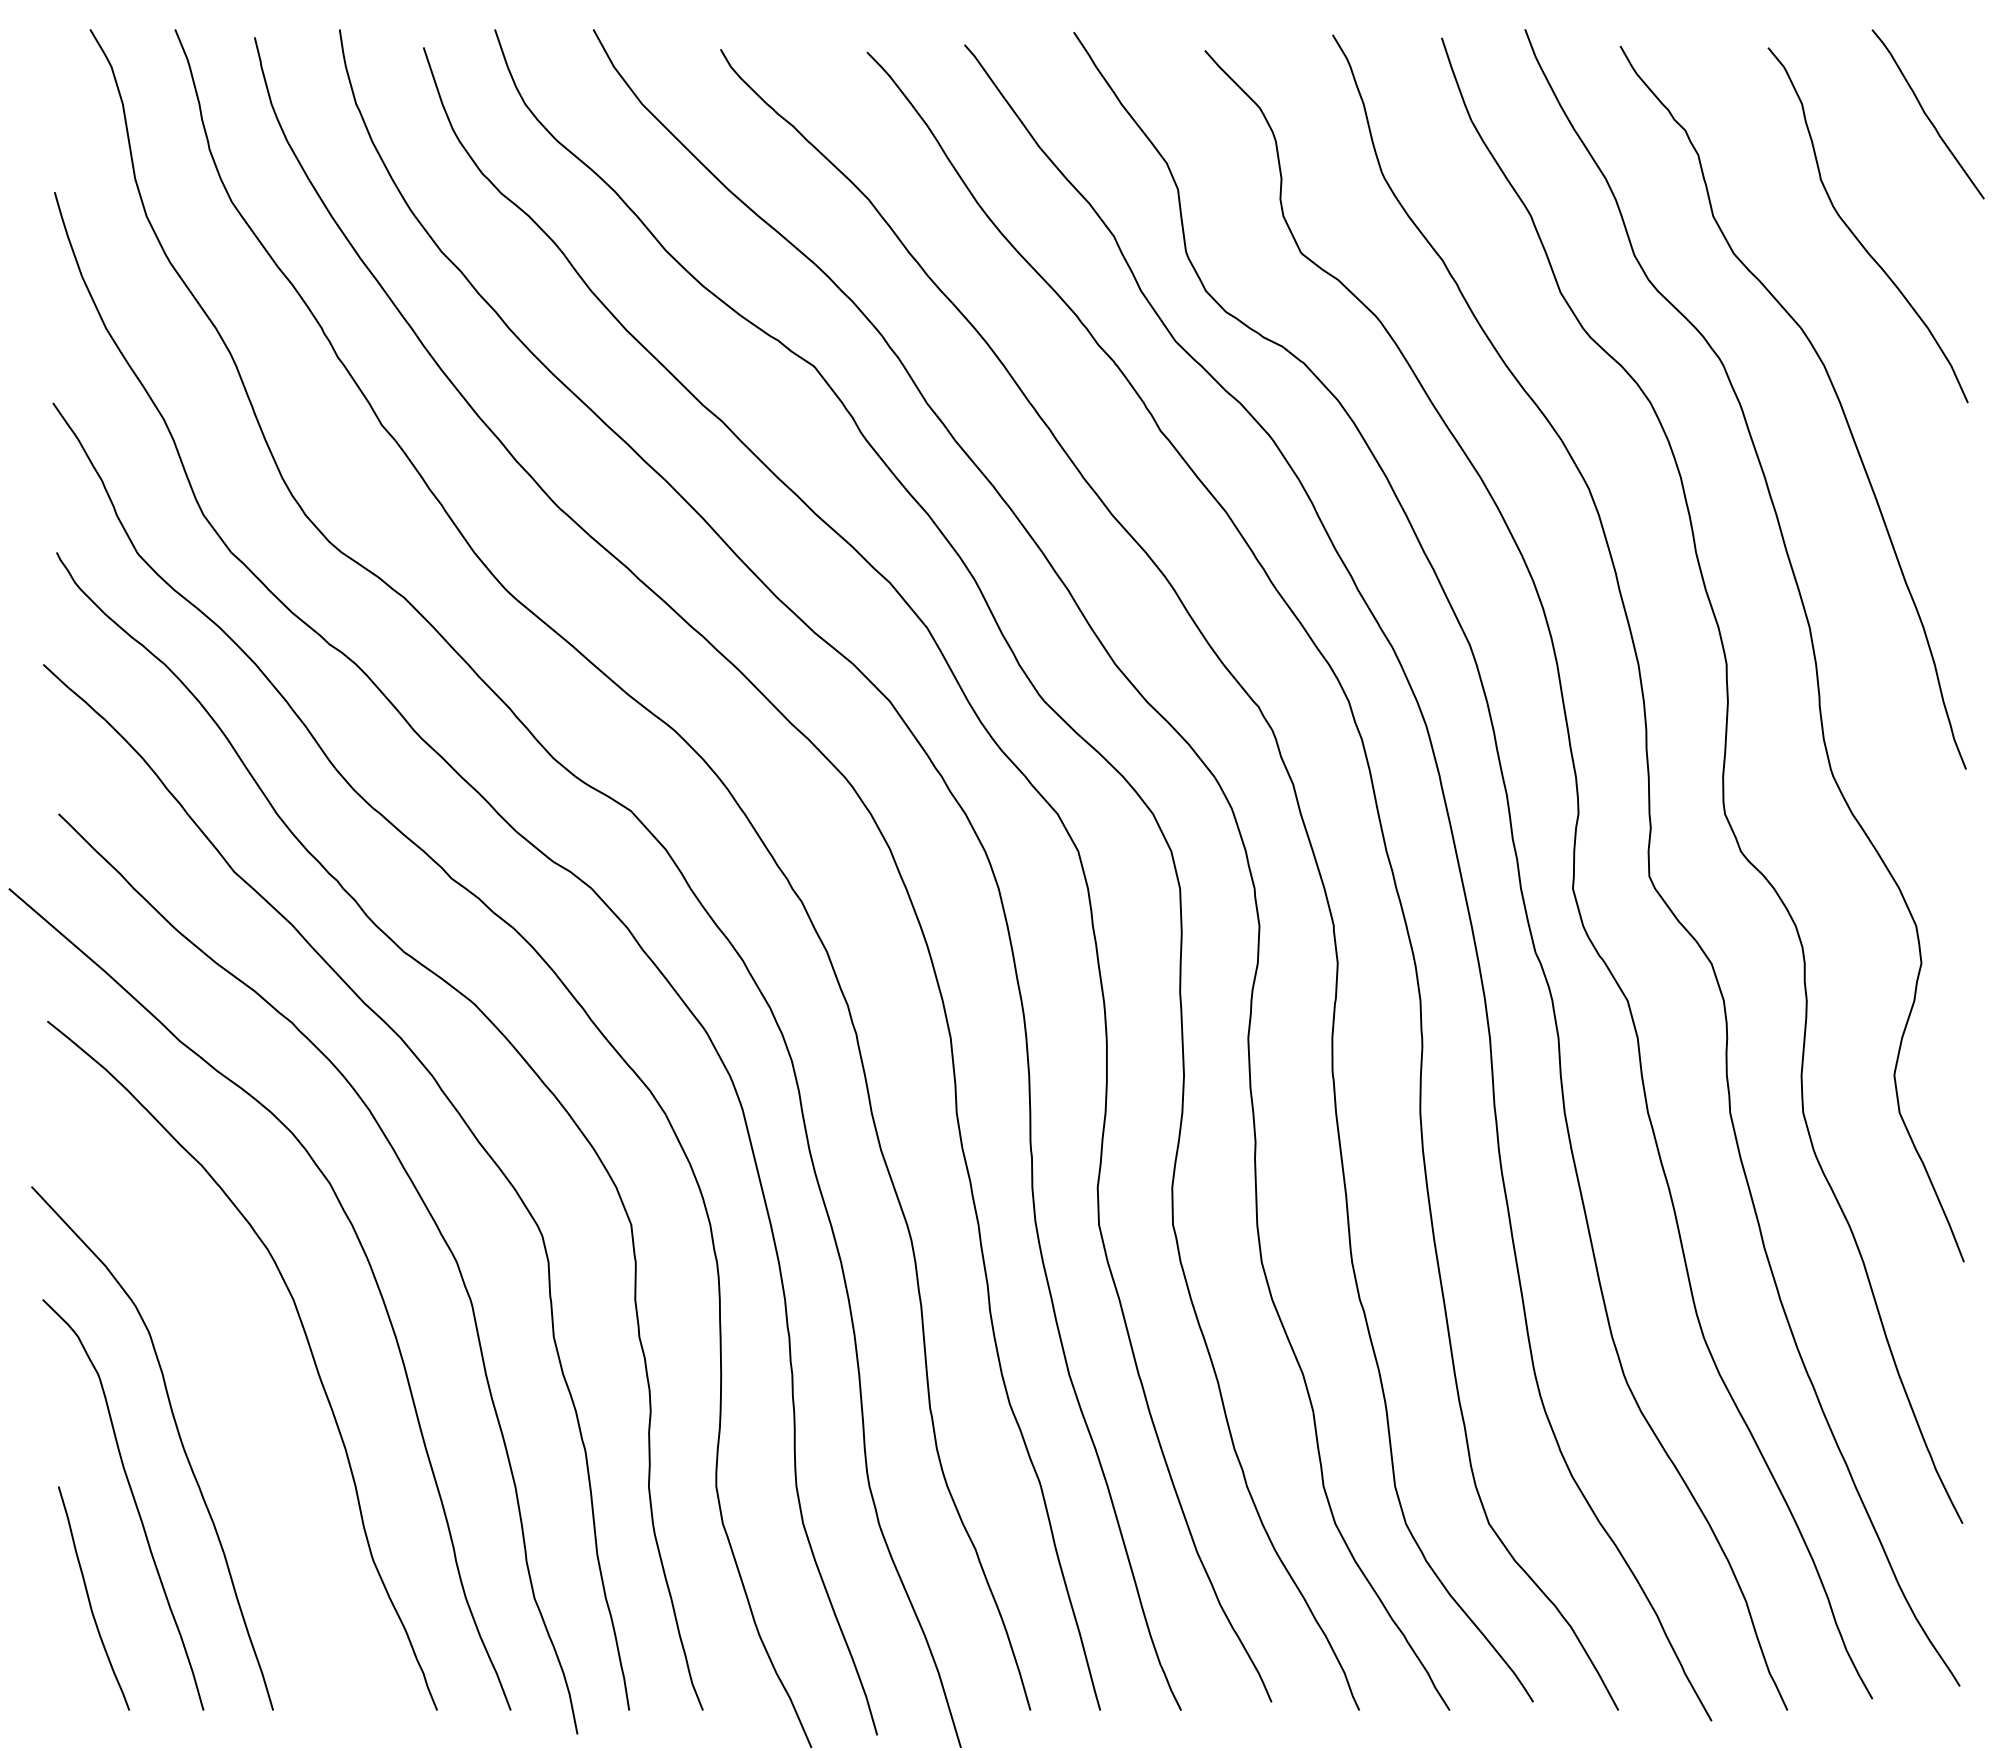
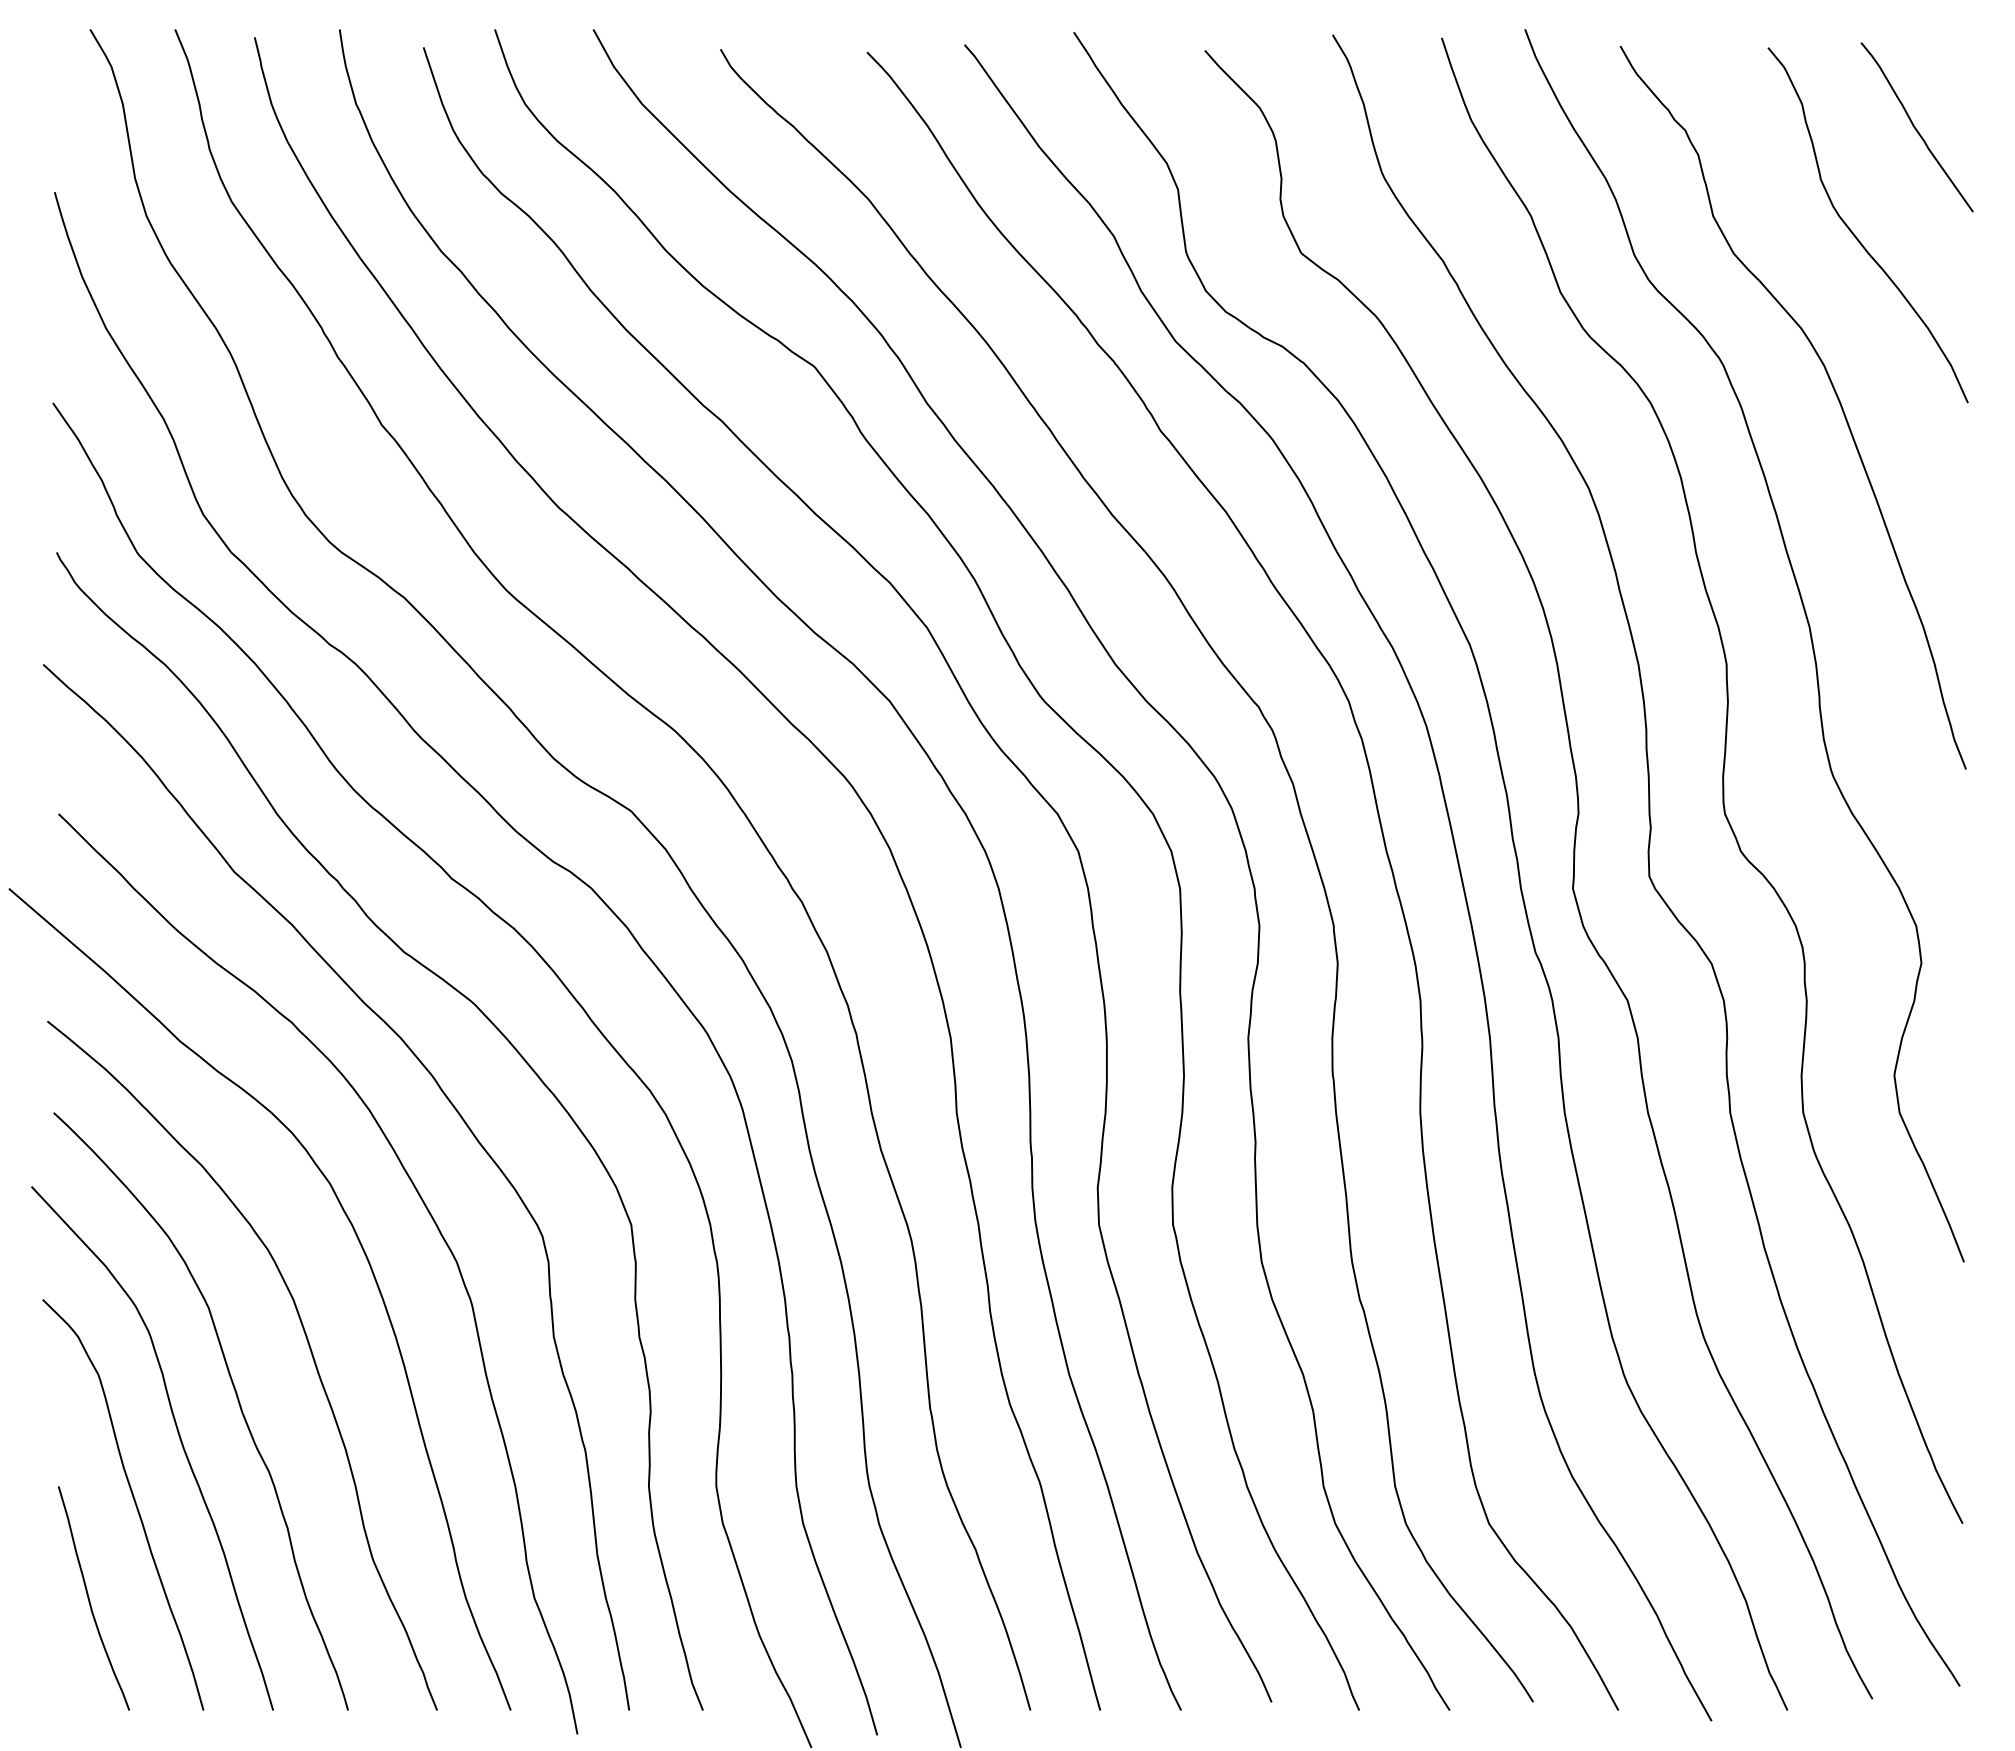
curve at (1926, 114) position: (1926, 114) -> (1915, 127)
curve at (237, 1400): none -> present
